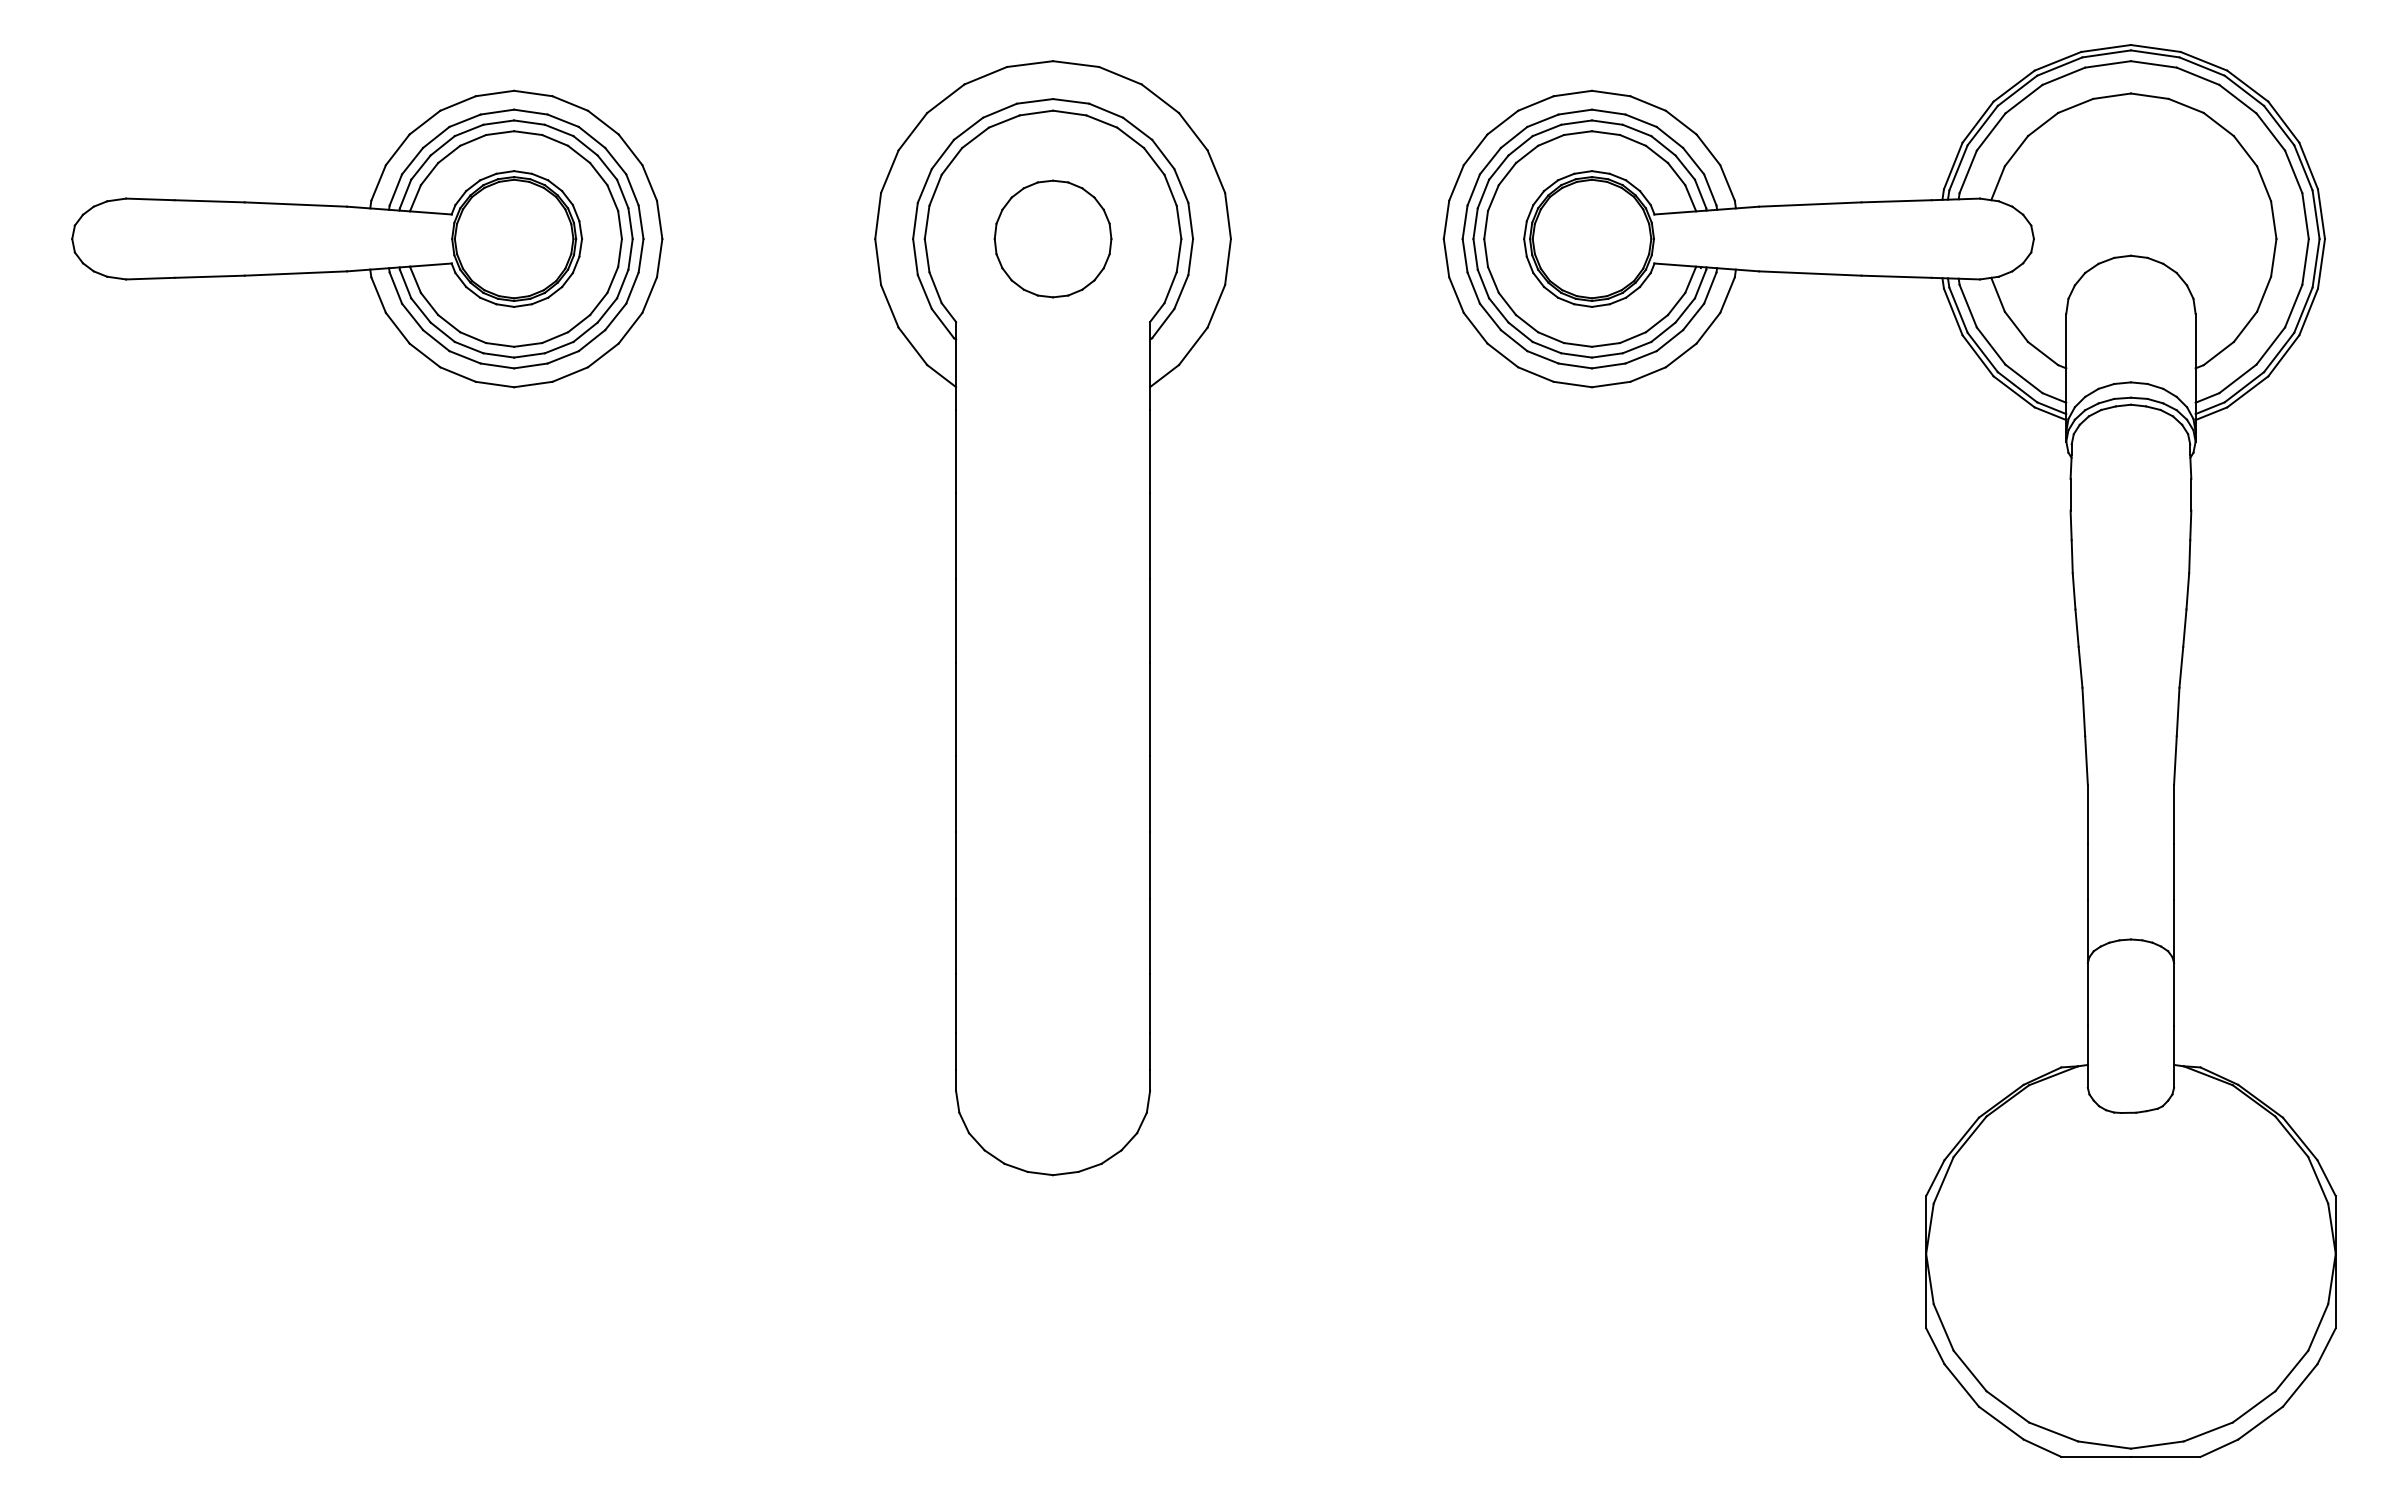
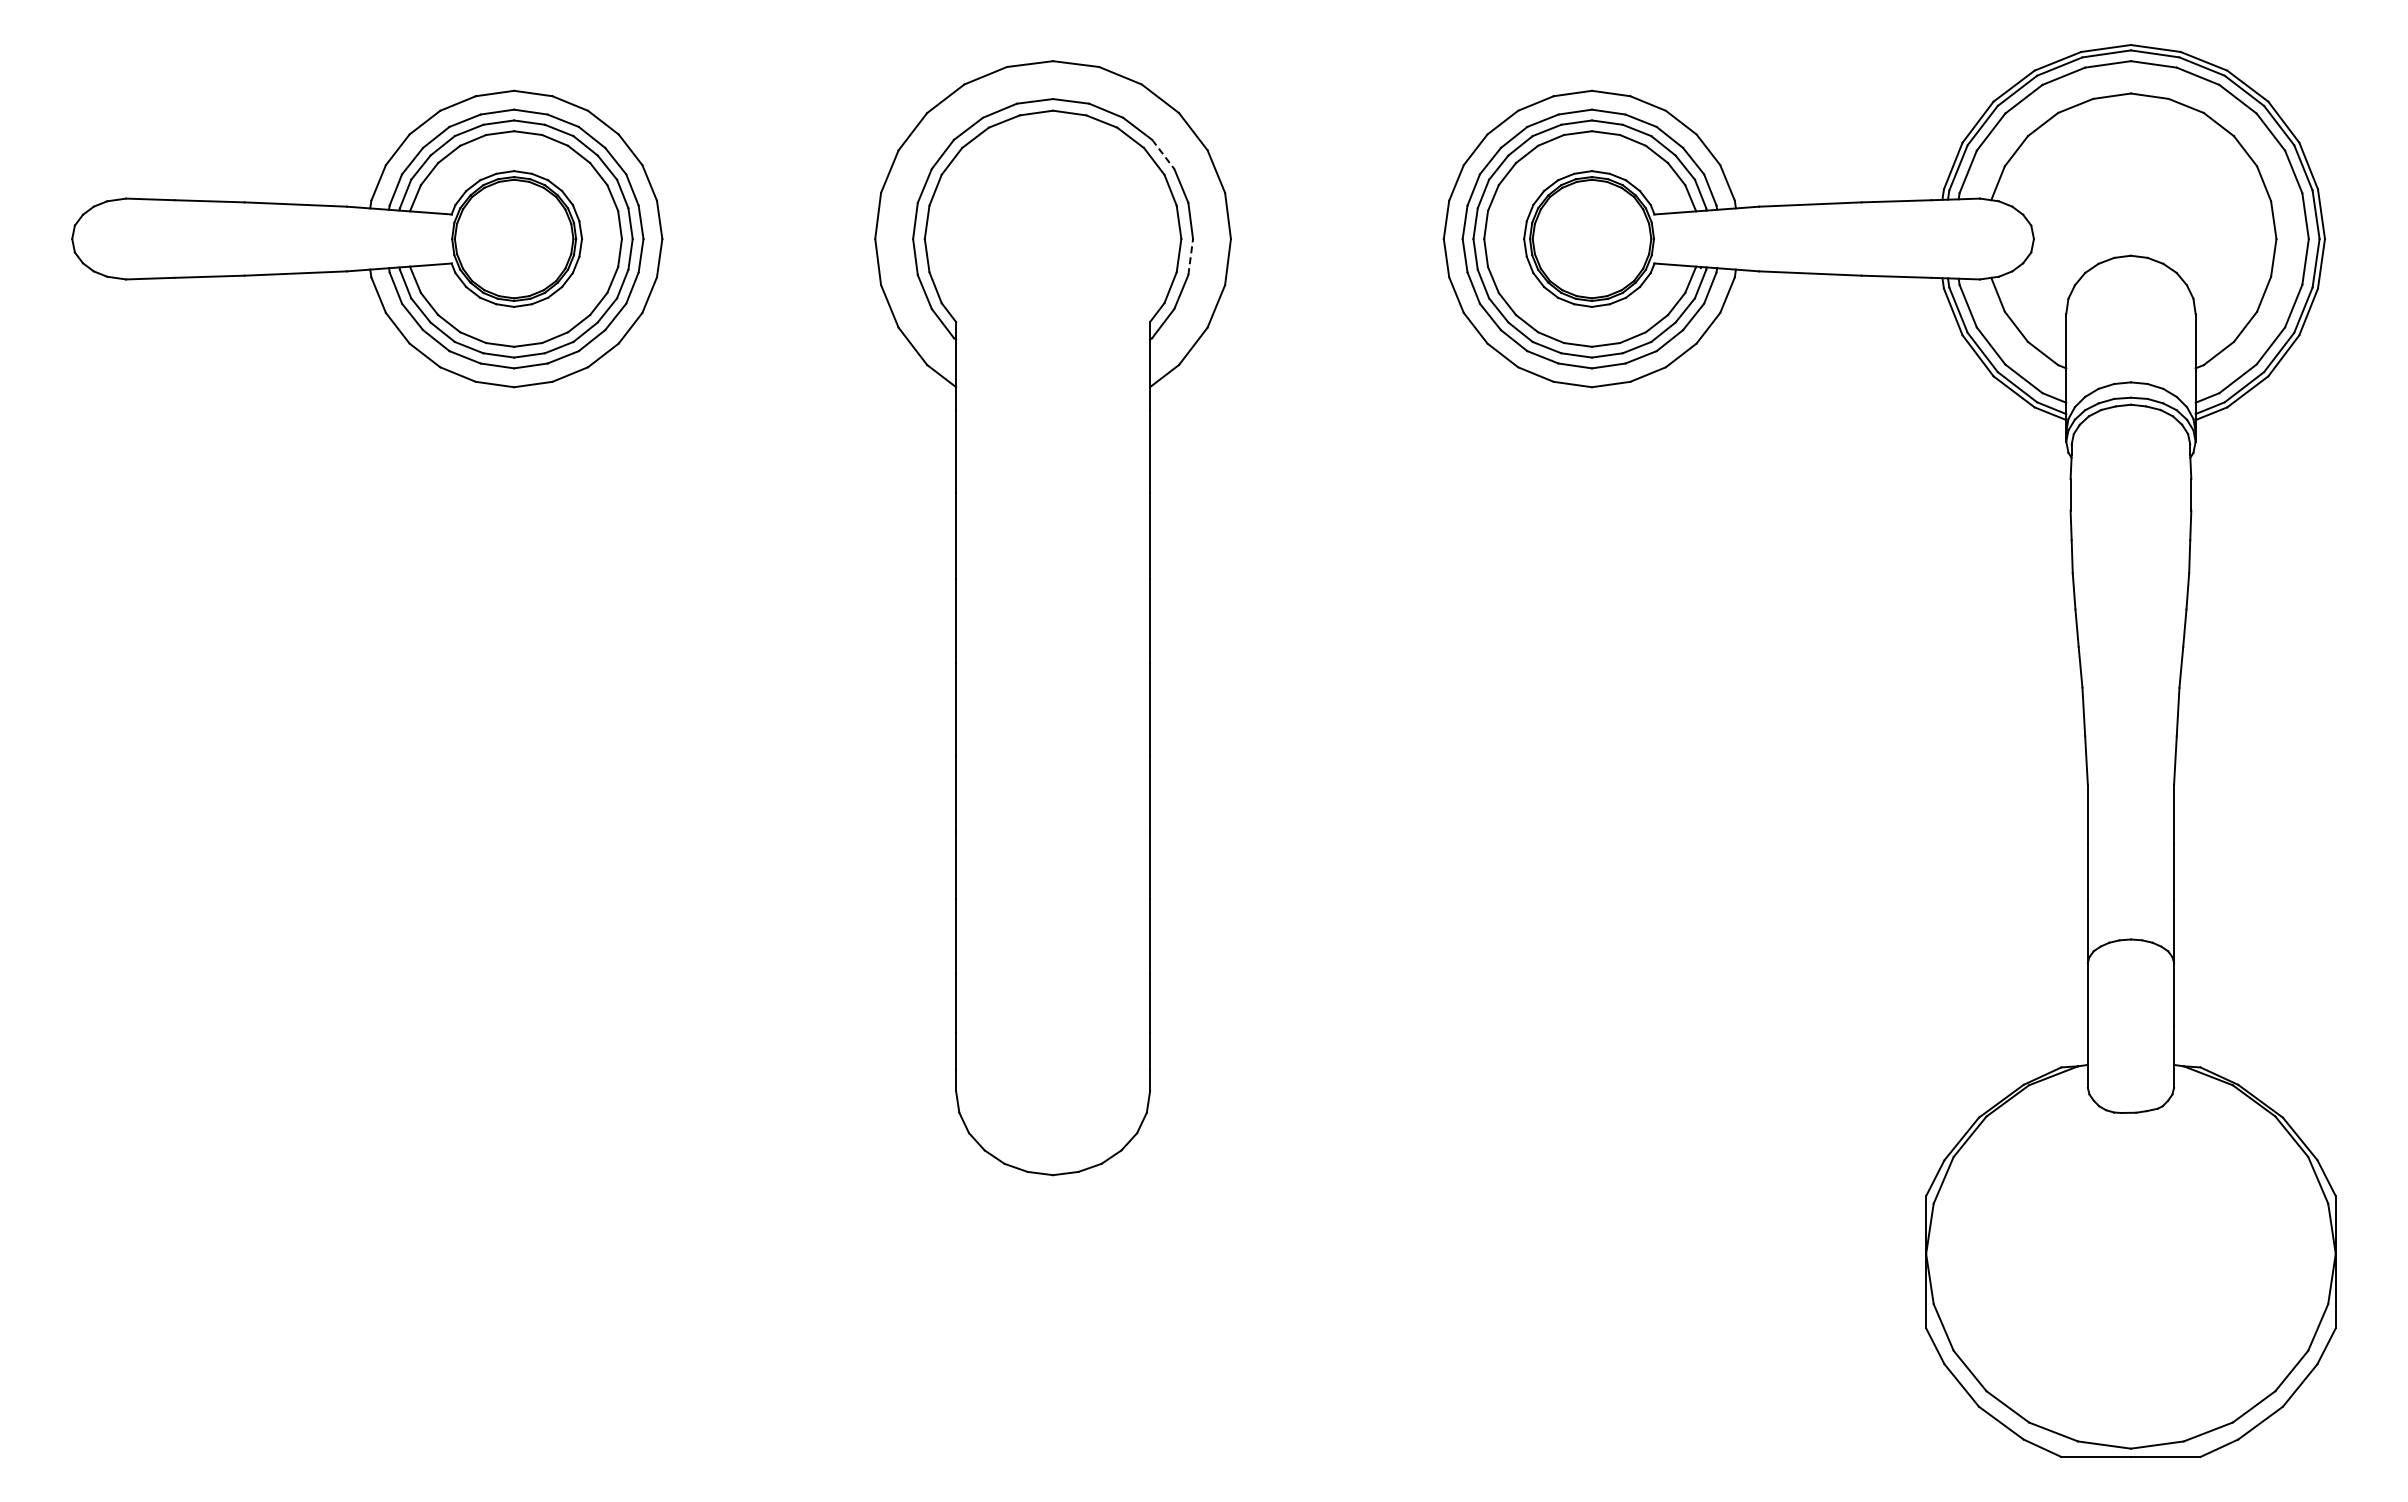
line at (1163, 154): solid -> dashed
part at (1052, 238): present -> none
line at (1190, 256): solid -> dashed
